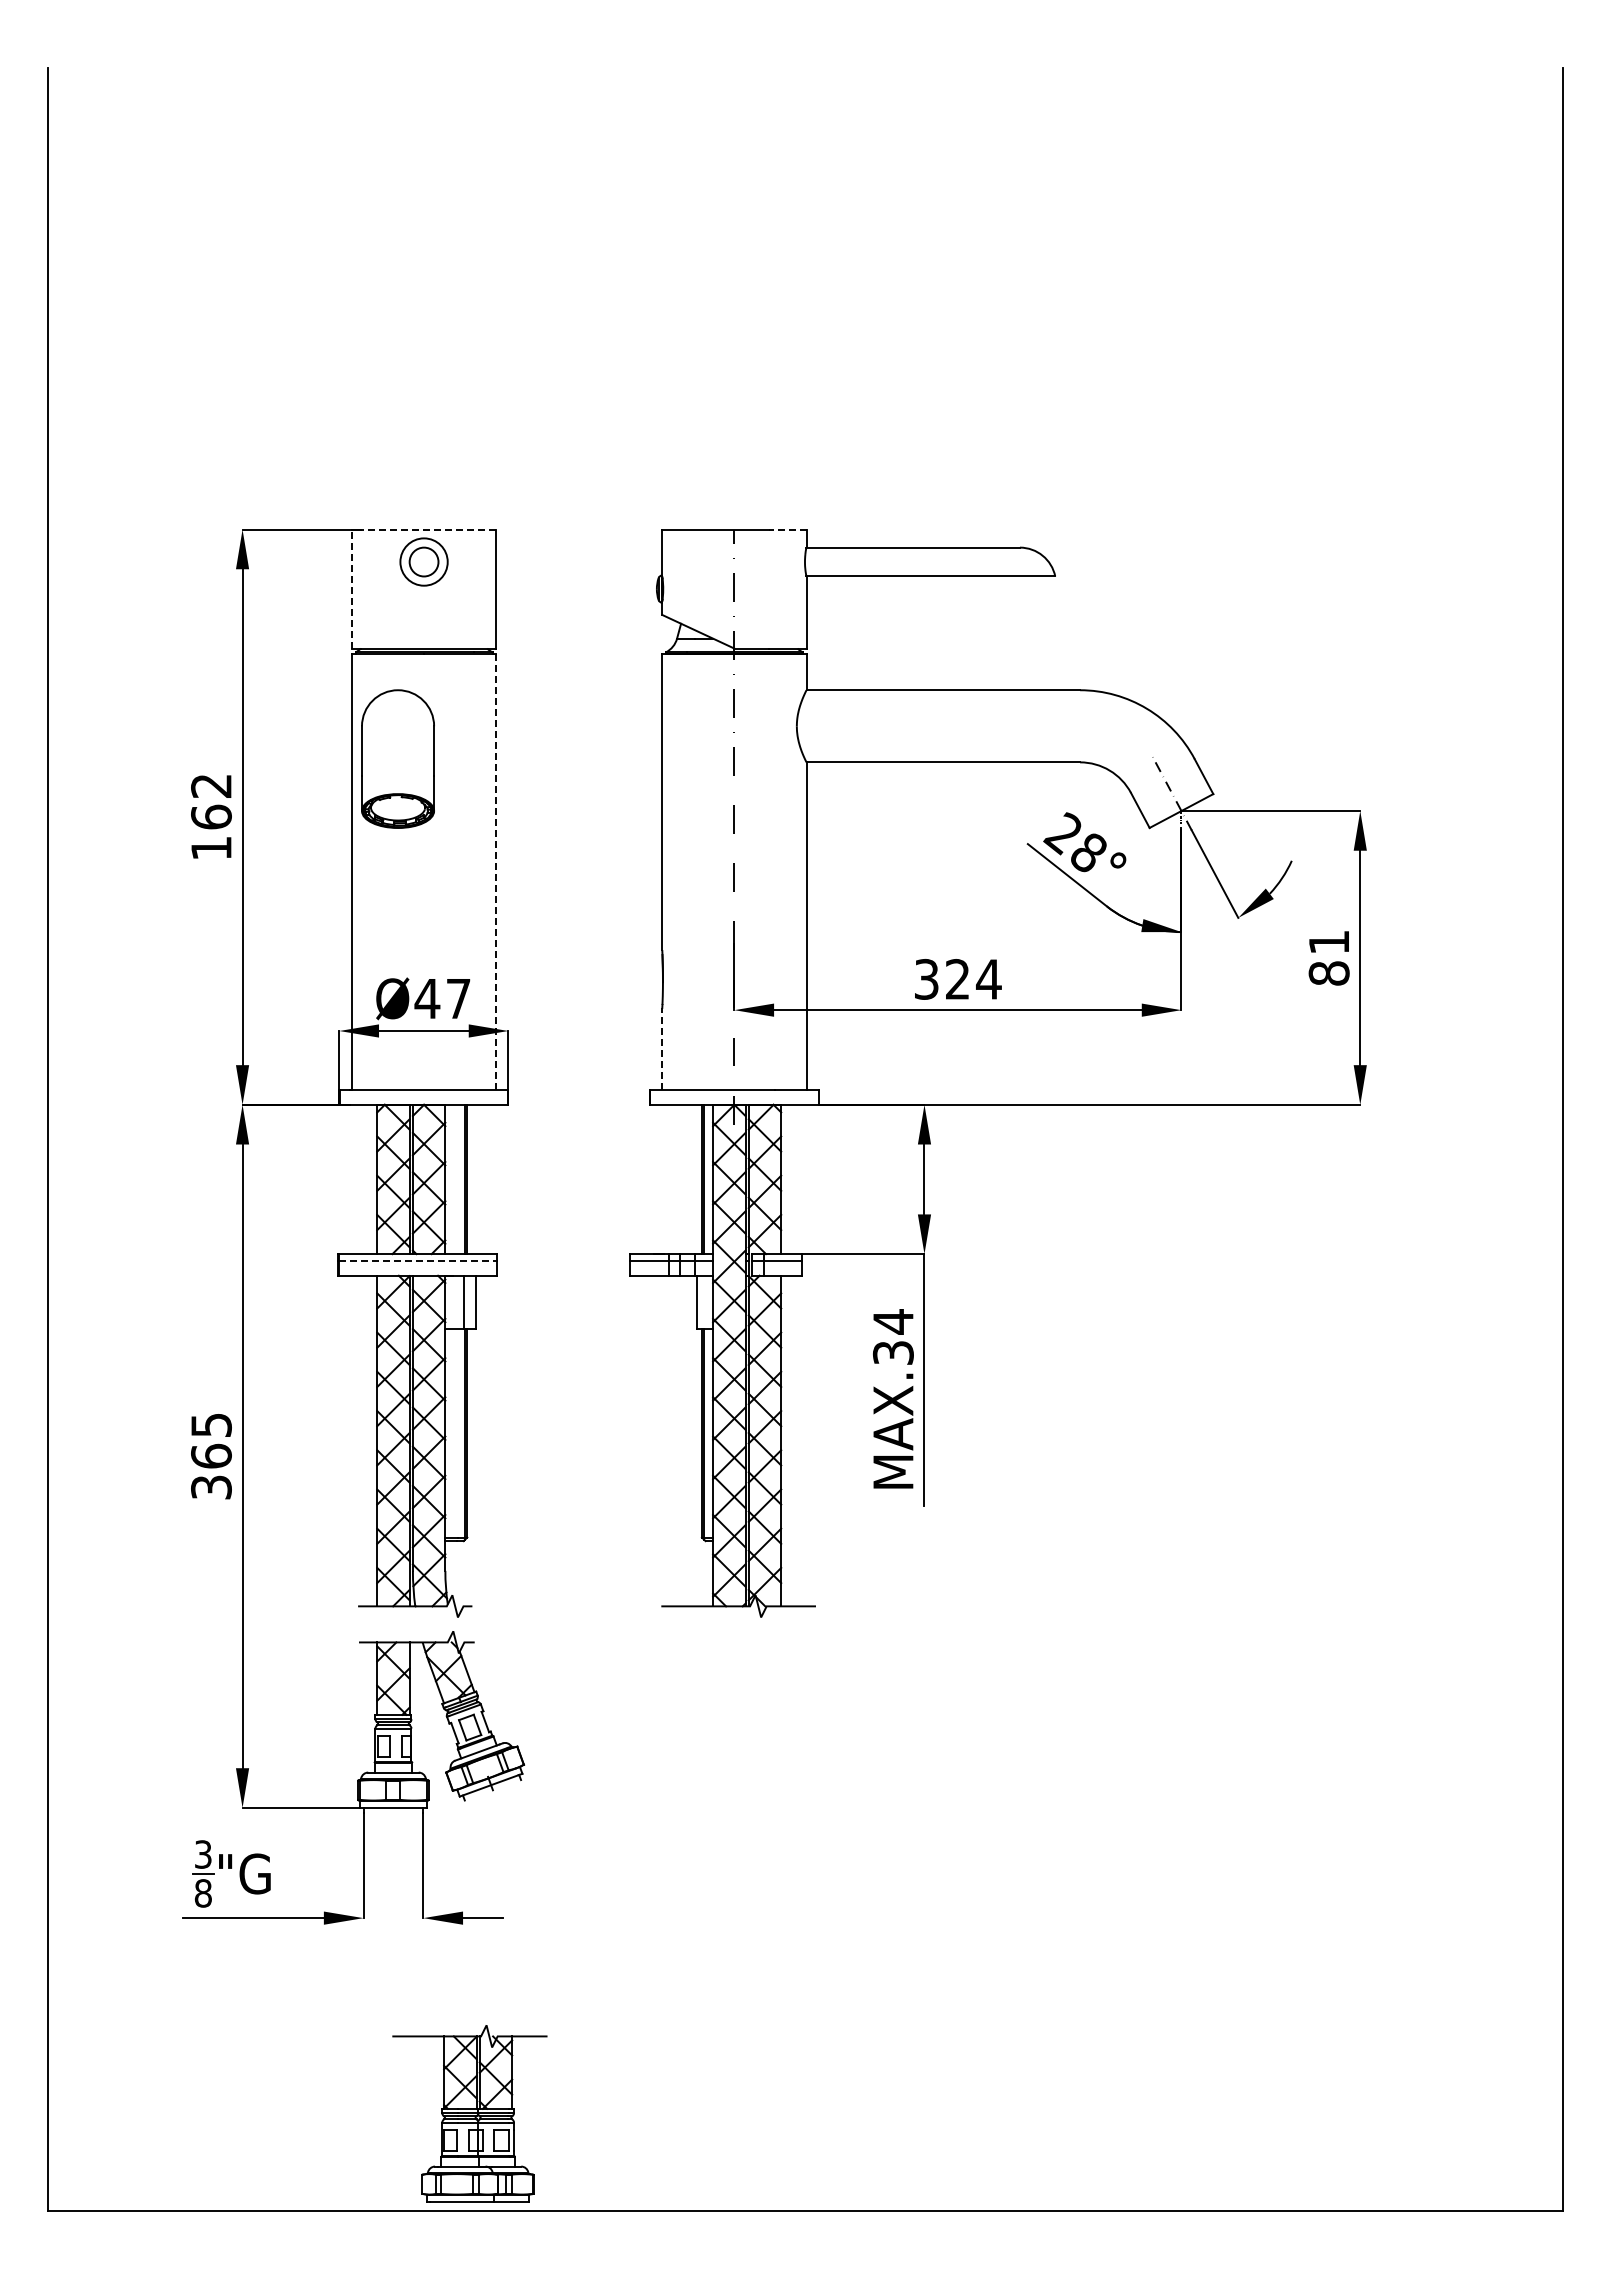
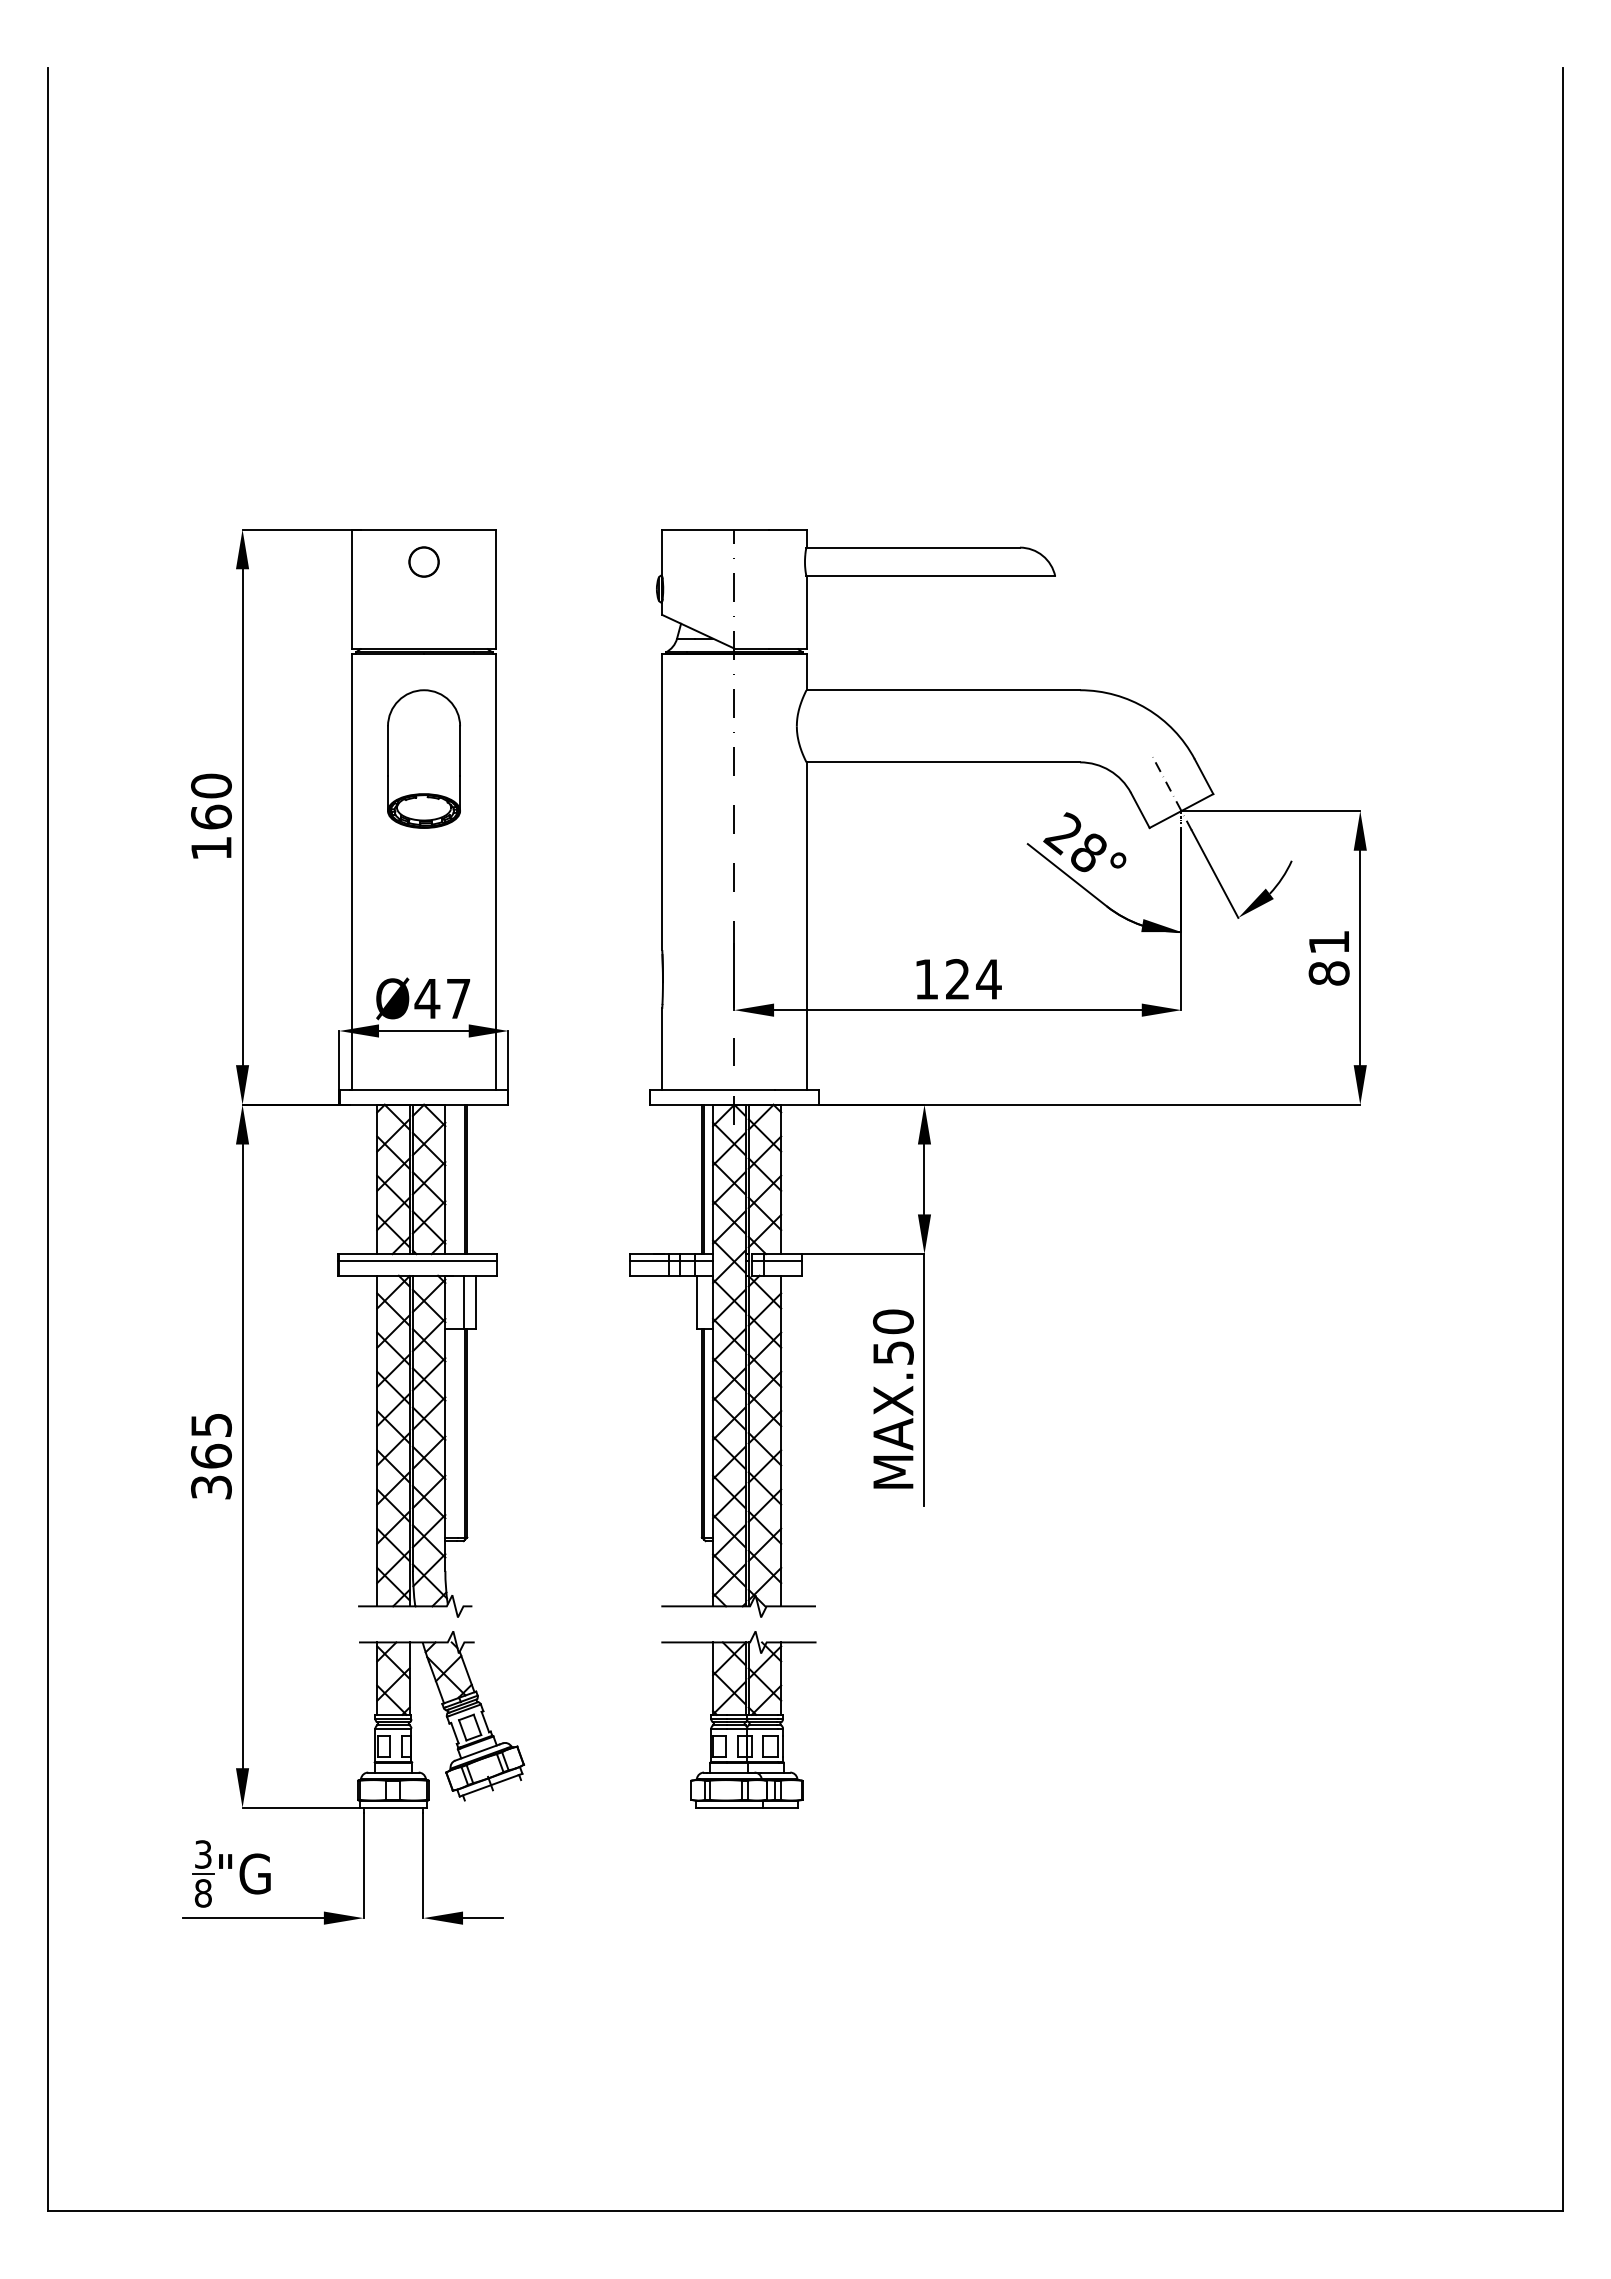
line at (428, 529): dashed -> solid
line at (787, 529): dashed -> solid
circle at (423, 561) diameter: 47 px -> 30 px
line at (351, 588): dashed -> solid
part at (397, 758) position: (397, 758) -> (423, 758)
text at (211, 785): 162 -> 160
line at (496, 871): dashed -> solid
text at (926, 978): 324 -> 124
line at (662, 1048): dashed -> solid
line at (417, 1261): dashed -> solid
text at (892, 1336): MAX.34 -> MAX.50
part at (469, 2113) position: (469, 2113) -> (738, 1719)
